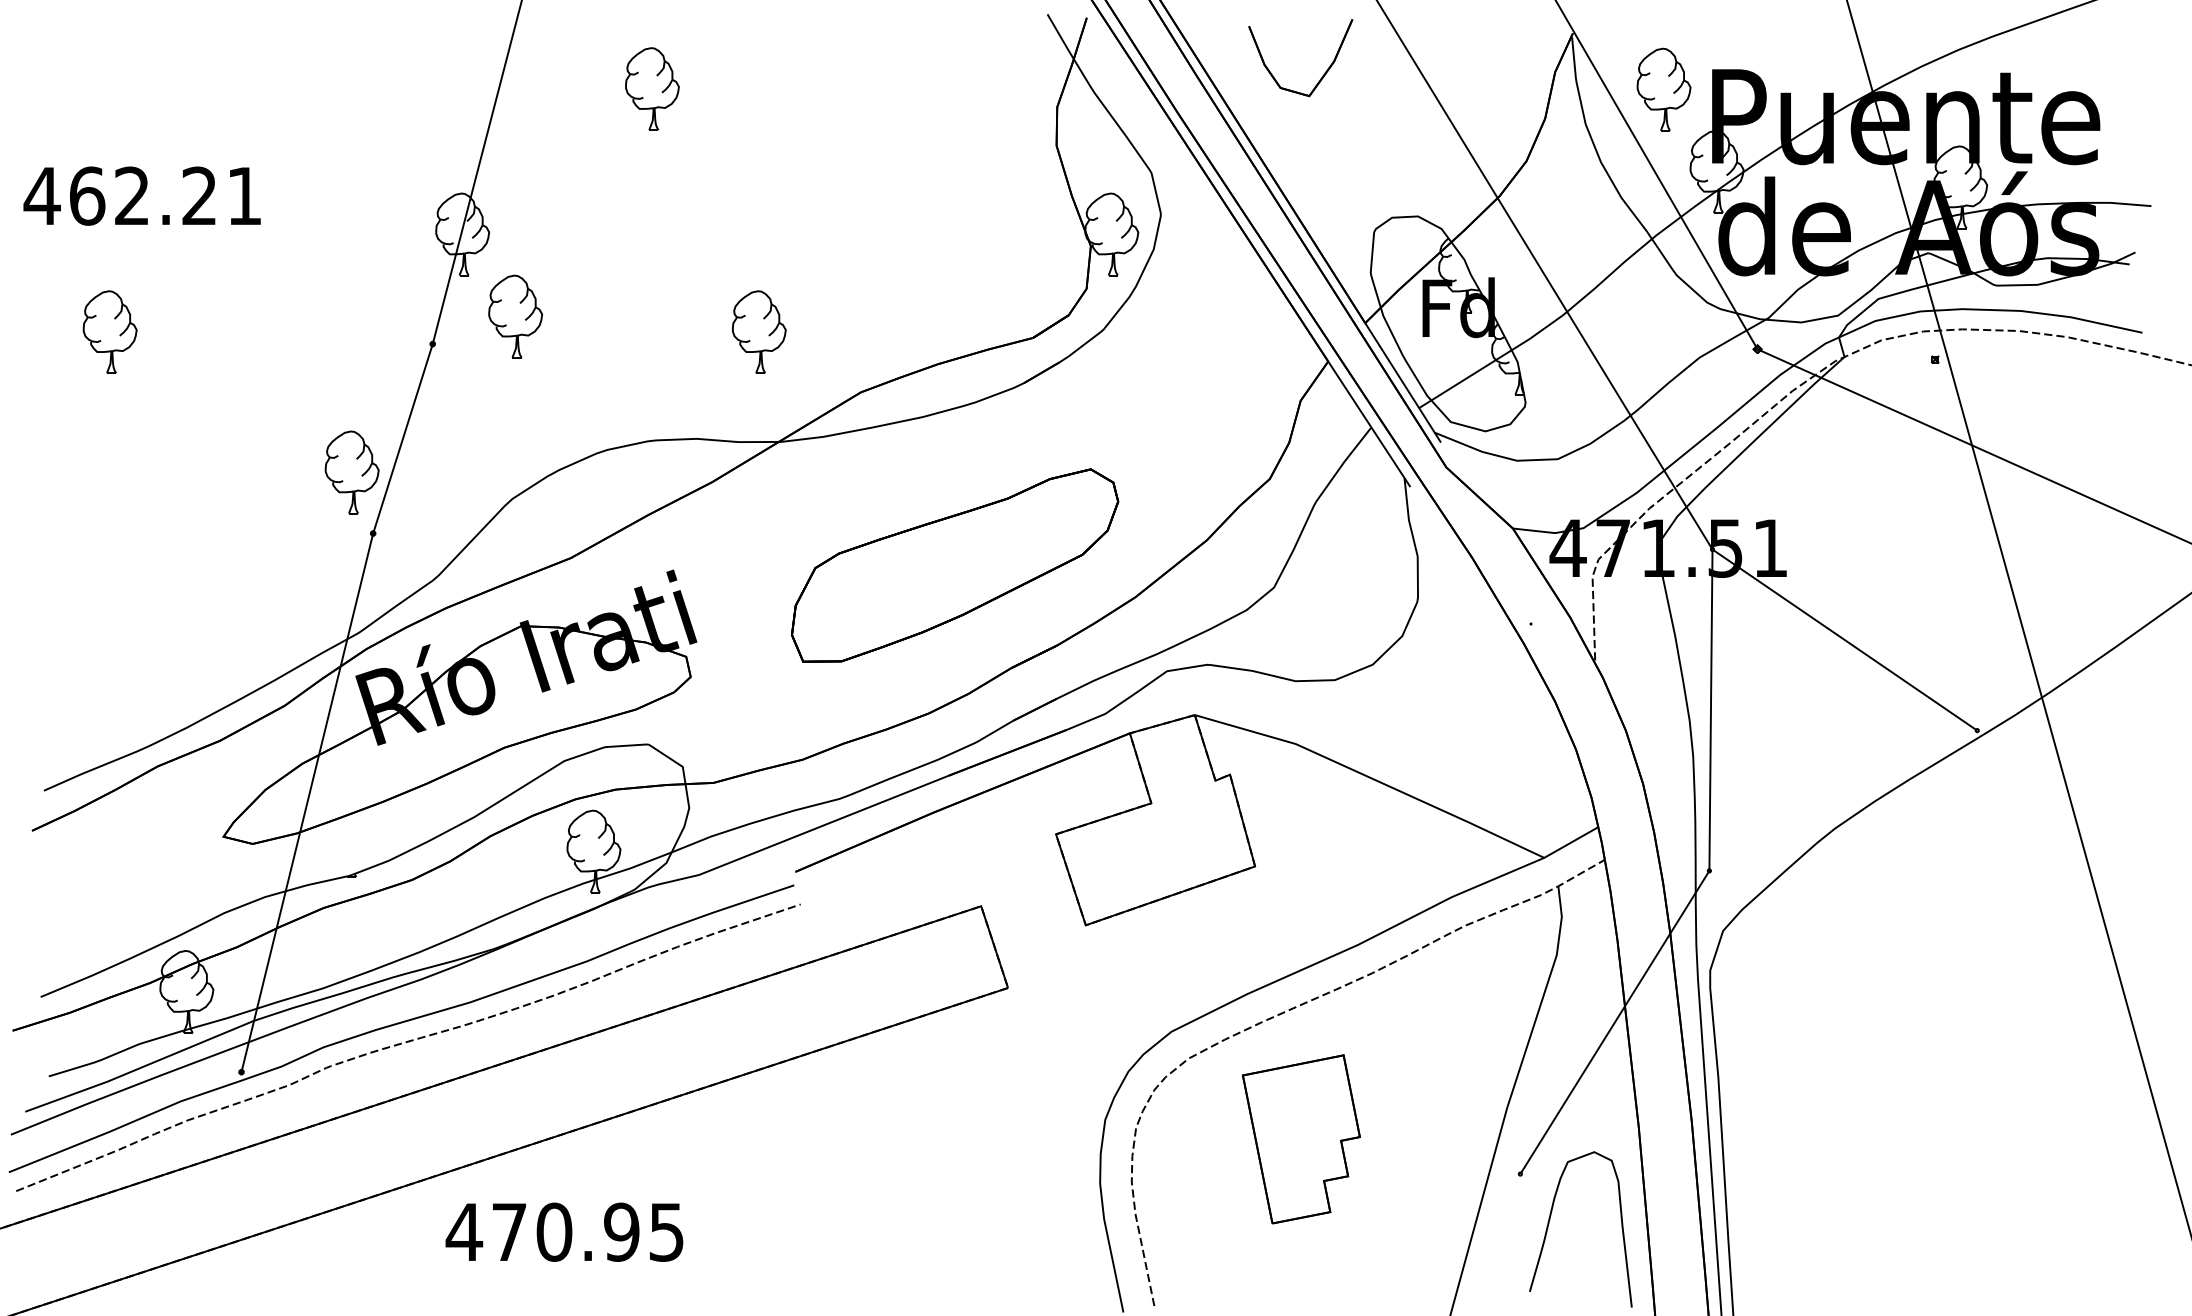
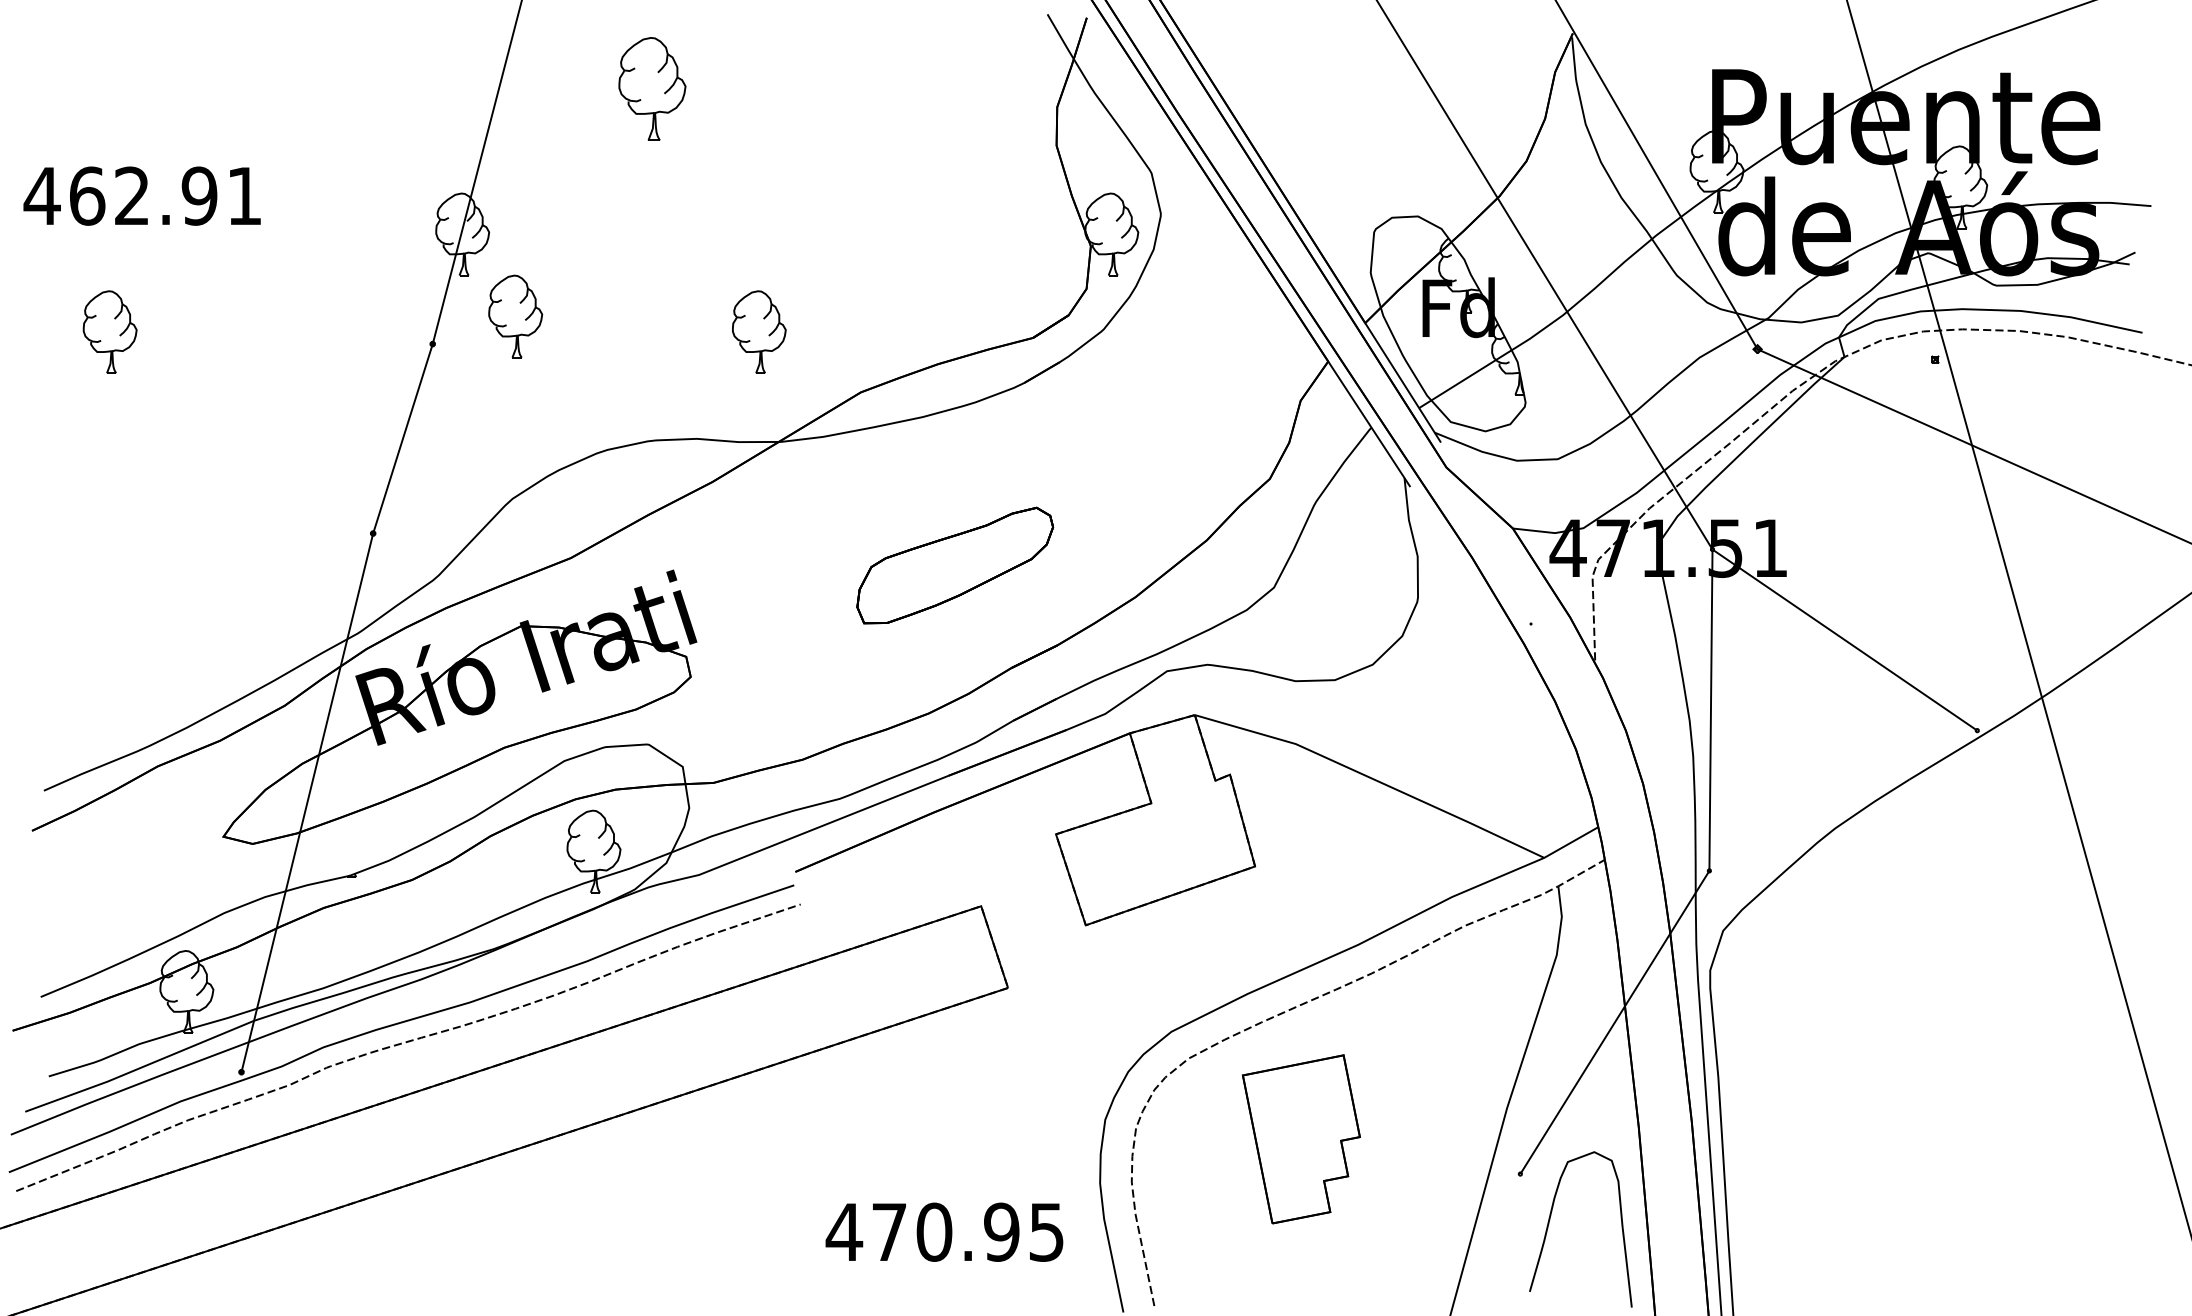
part at (1322, 75): present -> none
part at (652, 88) size: 55x84 px -> 69x104 px
part at (1663, 89): present -> none
text at (199, 195): 462.21 -> 462.91
part at (351, 472): present -> none
part at (955, 565) size: 329x195 px -> 199x119 px
text at (564, 1231) position: (564, 1231) -> (944, 1231)
